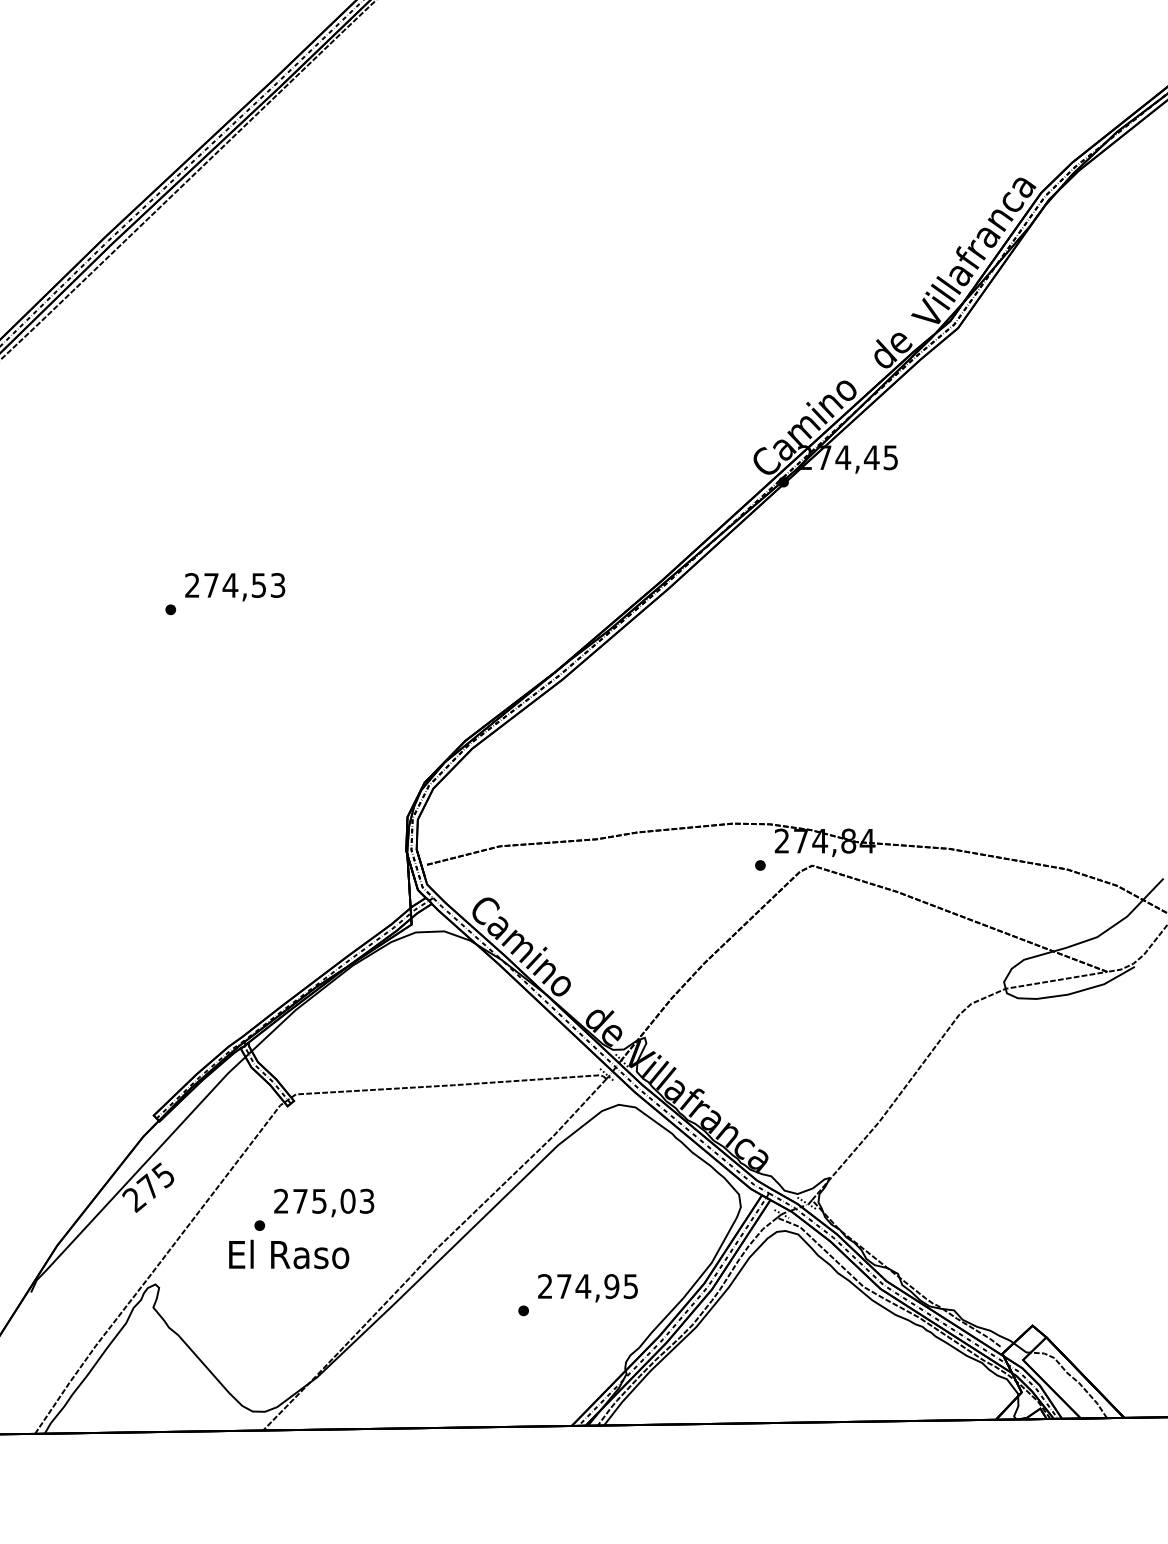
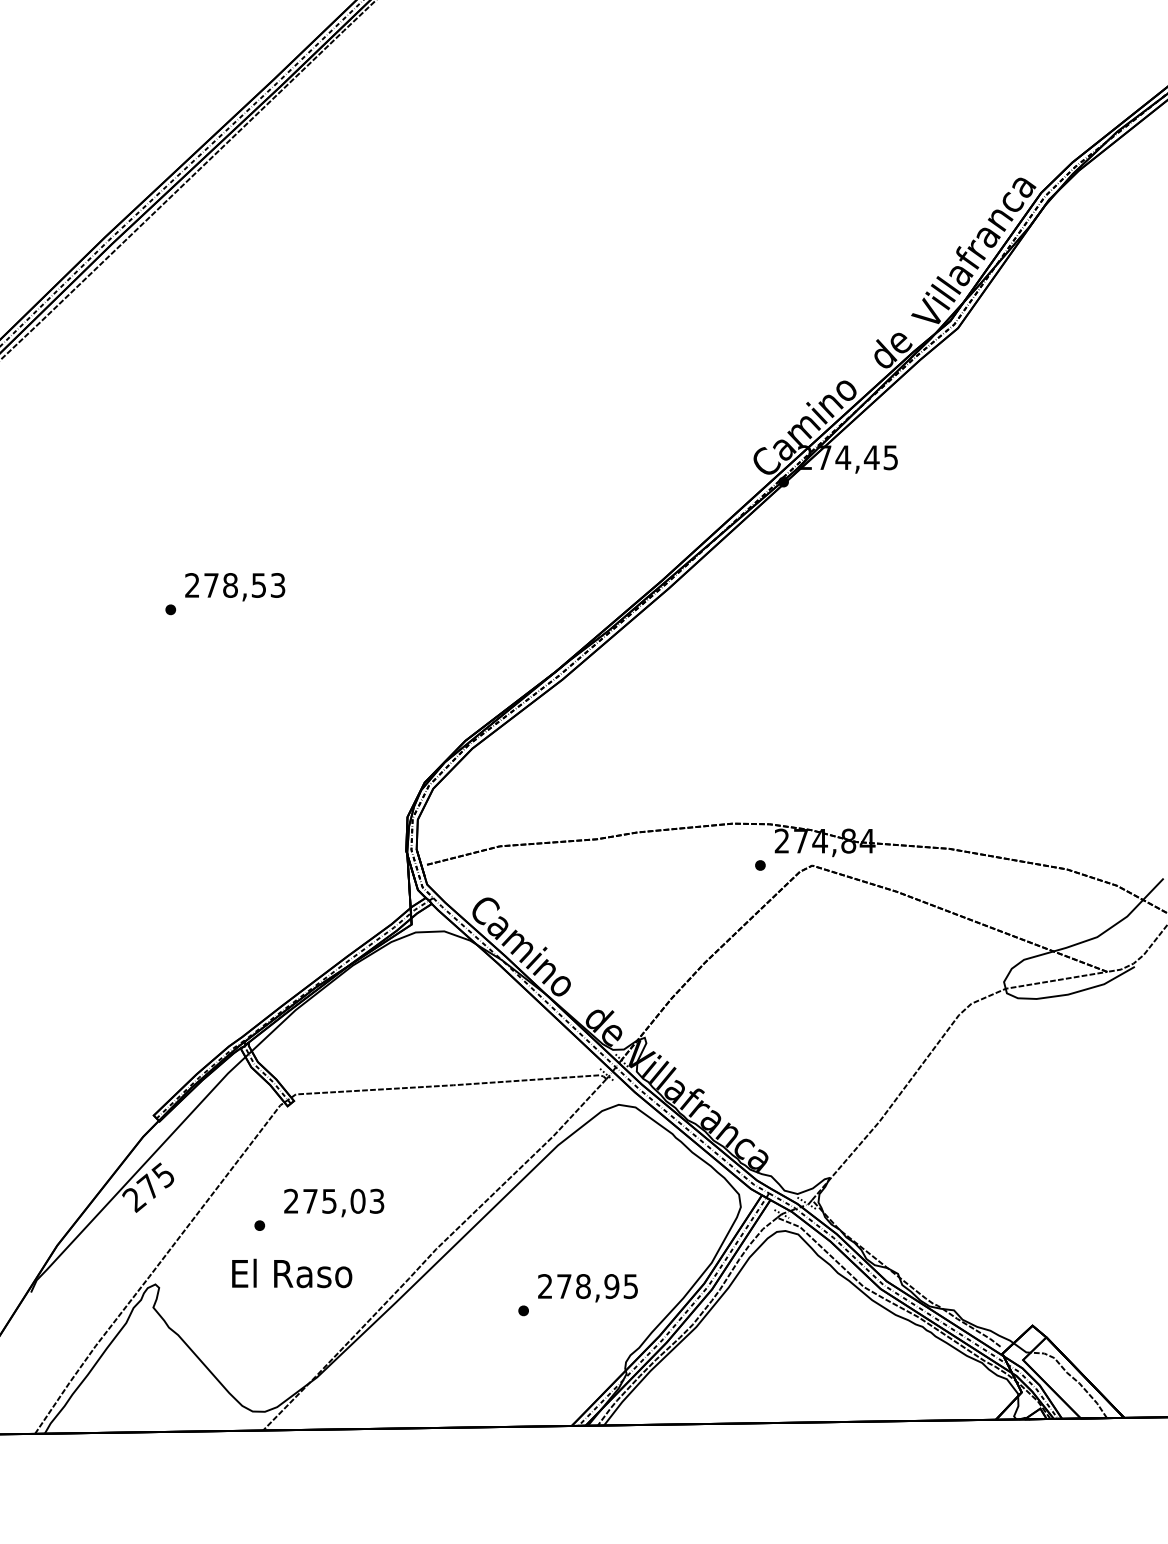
text at (230, 585): 274,53 -> 278,53
text at (324, 1202) position: (324, 1202) -> (334, 1202)
text at (289, 1254) position: (289, 1254) -> (292, 1273)
text at (583, 1286): 274,95 -> 278,95
